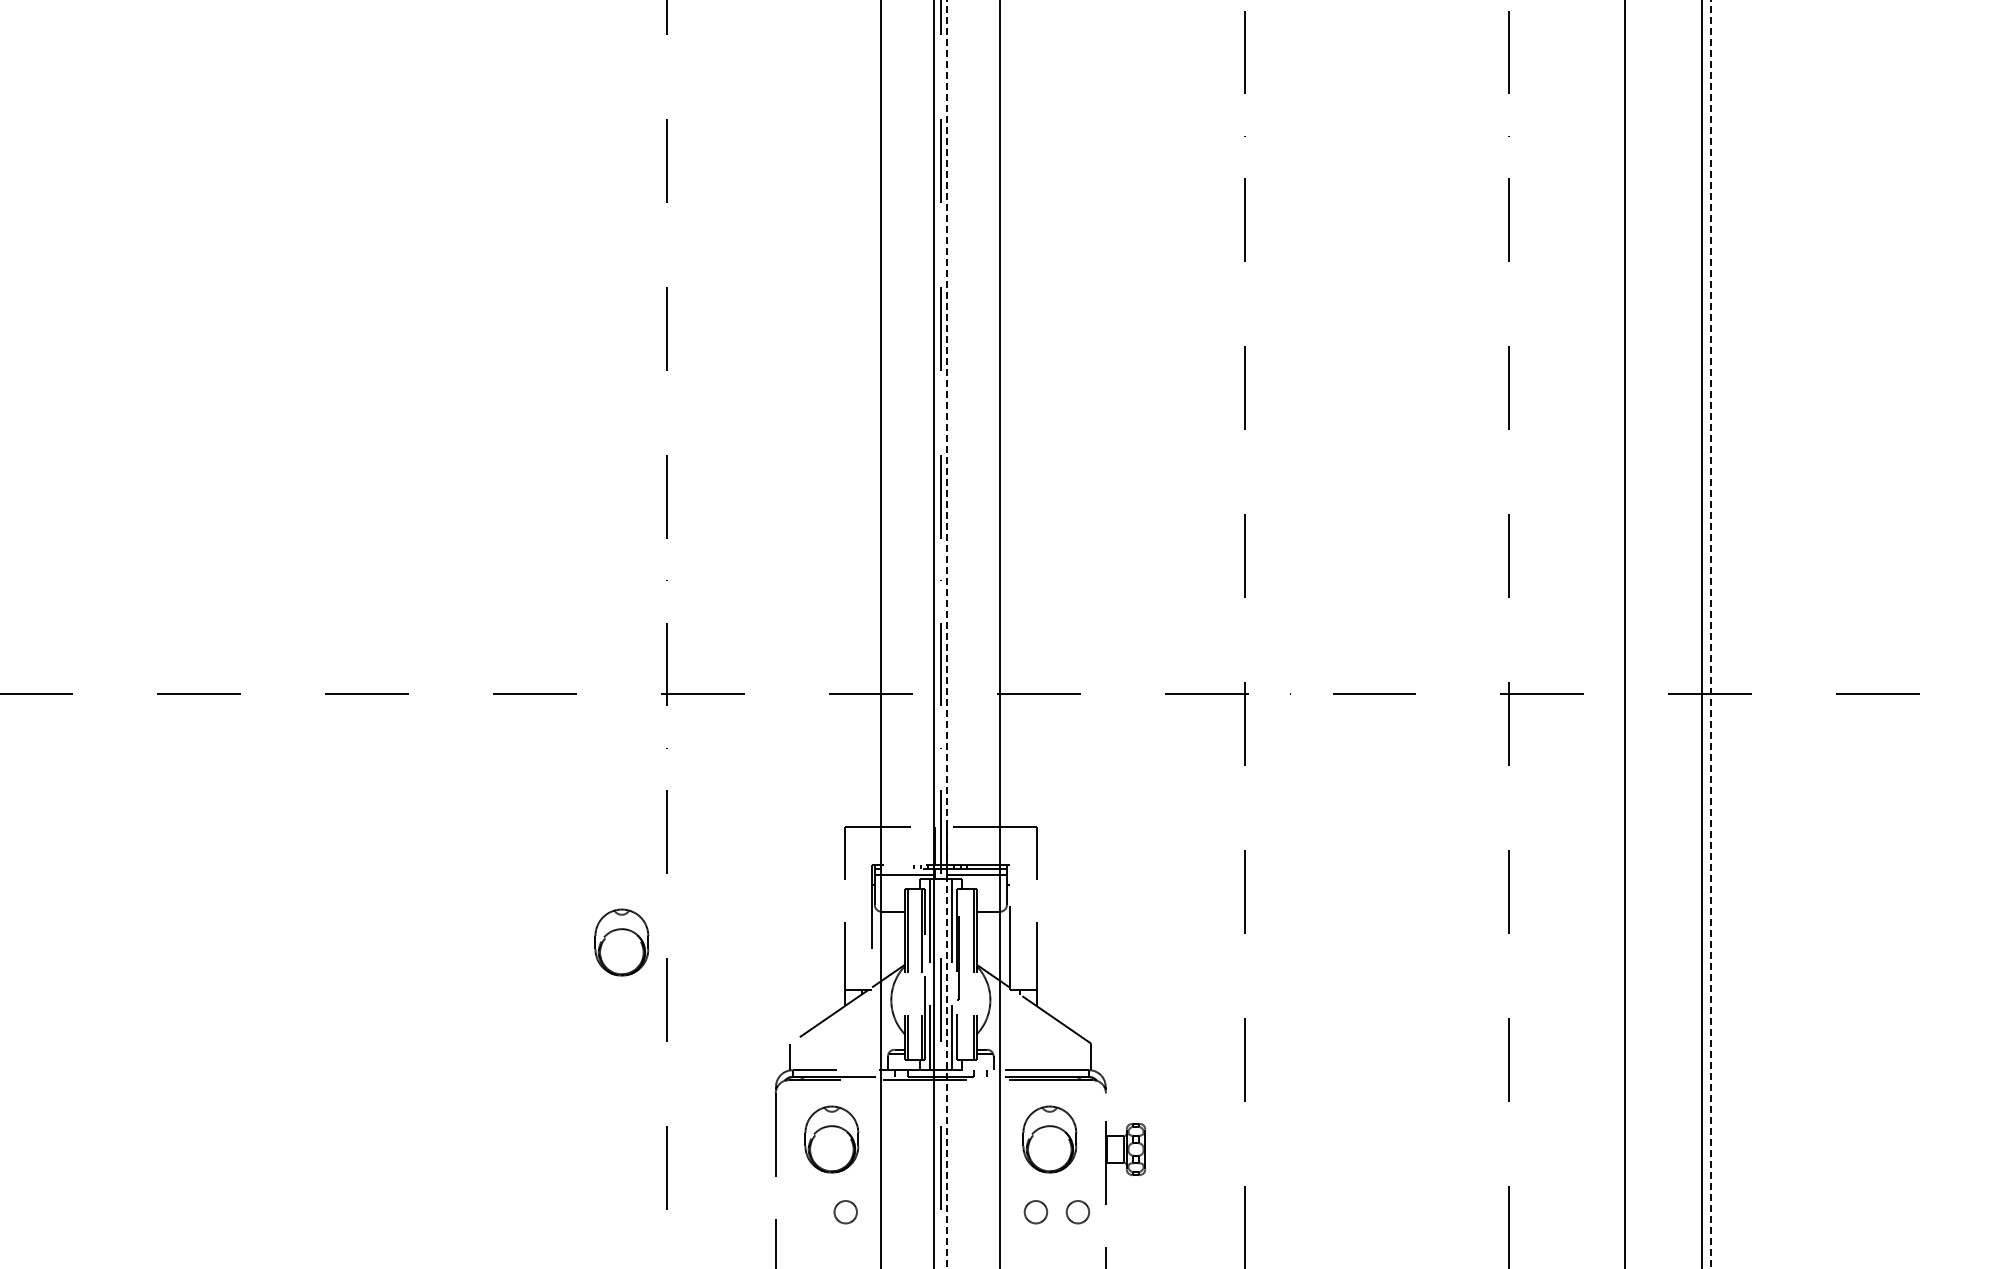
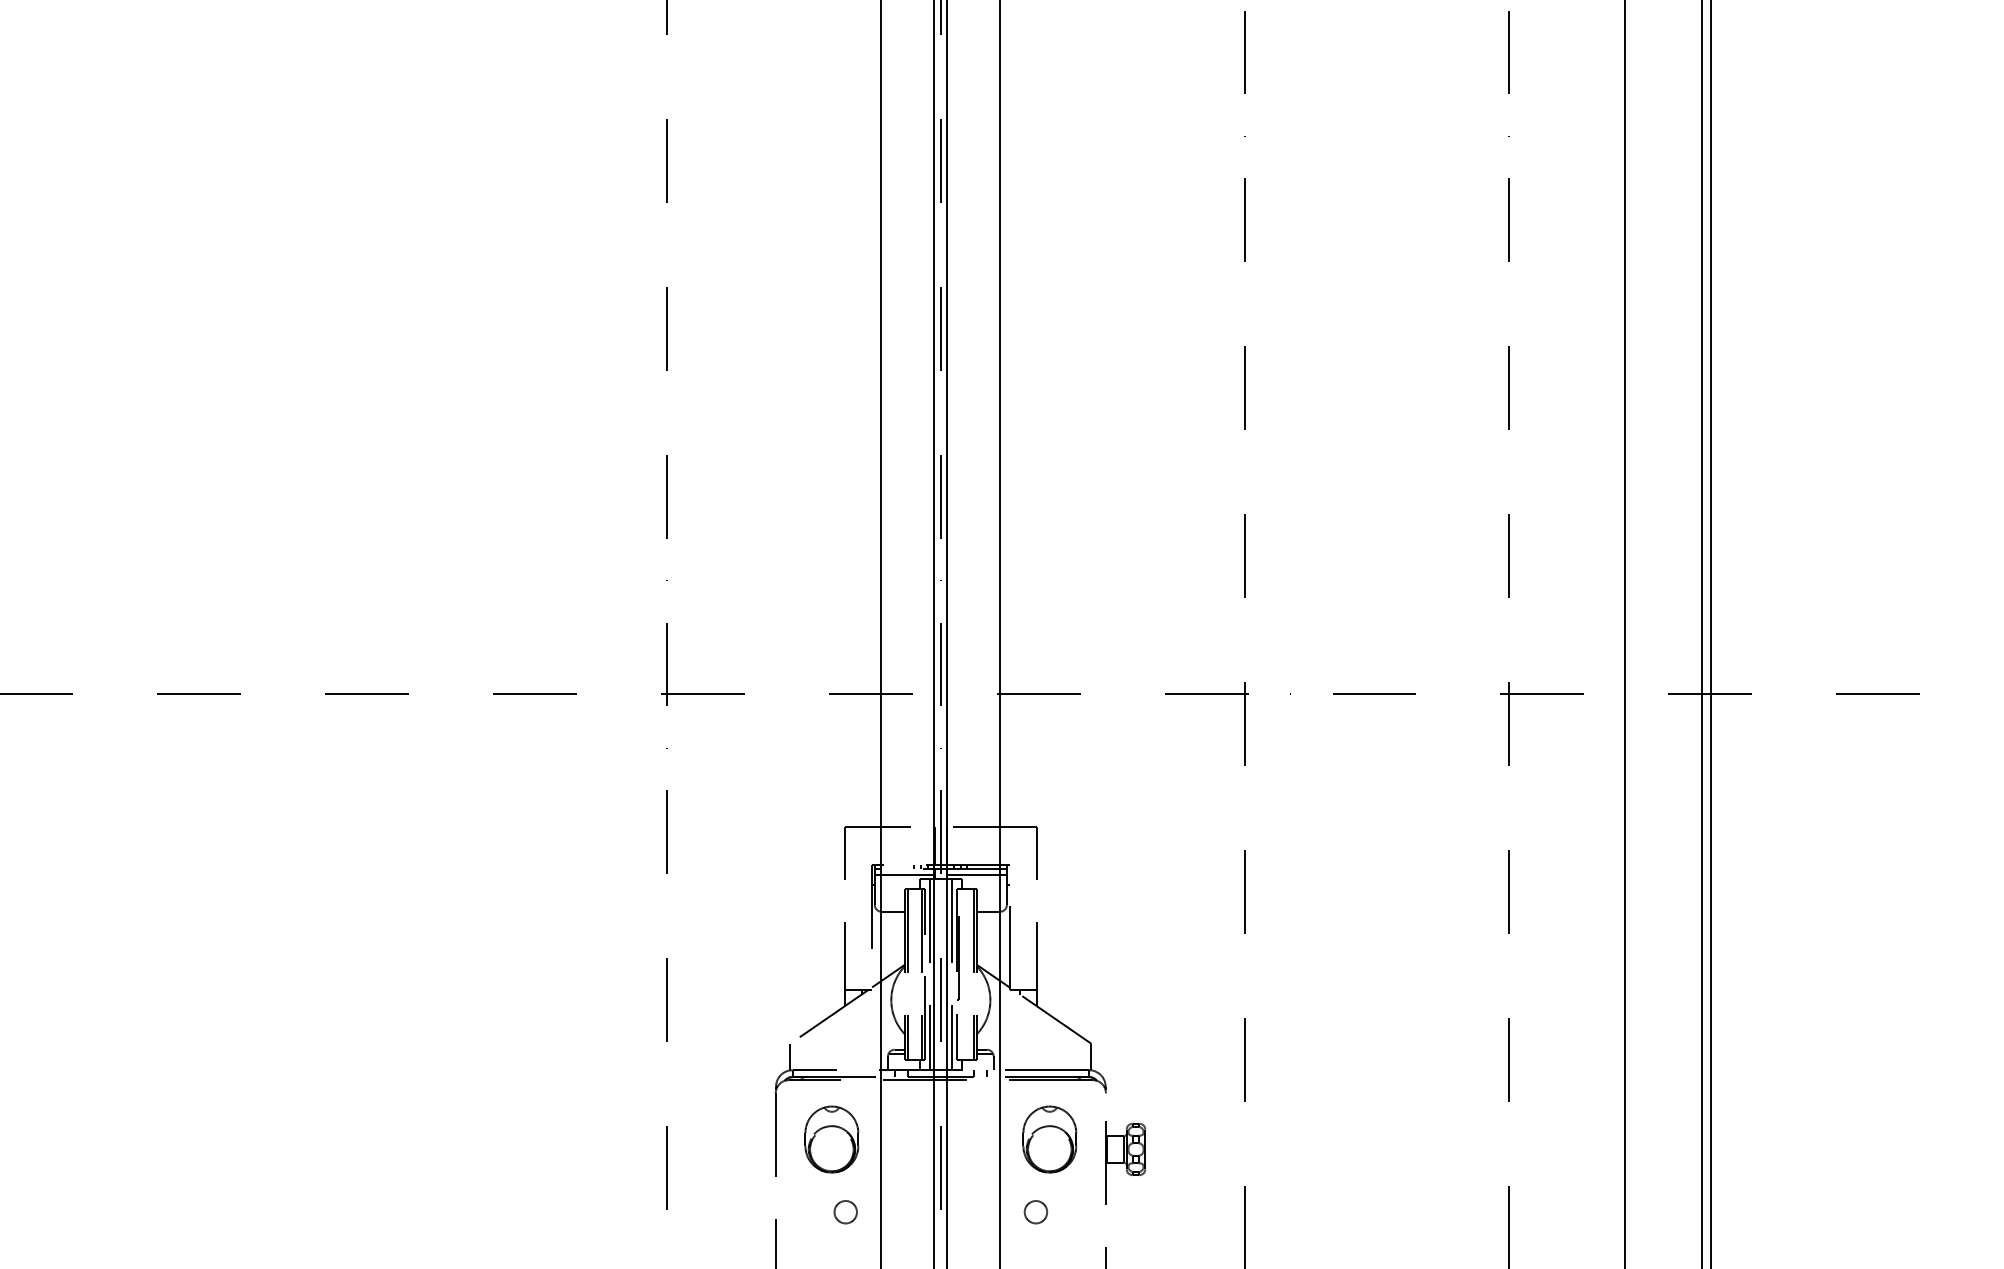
line at (947, 634): dashed -> solid
line at (1710, 634): dashed -> solid
part at (621, 942): present -> none
circle at (1077, 1212): present -> none
